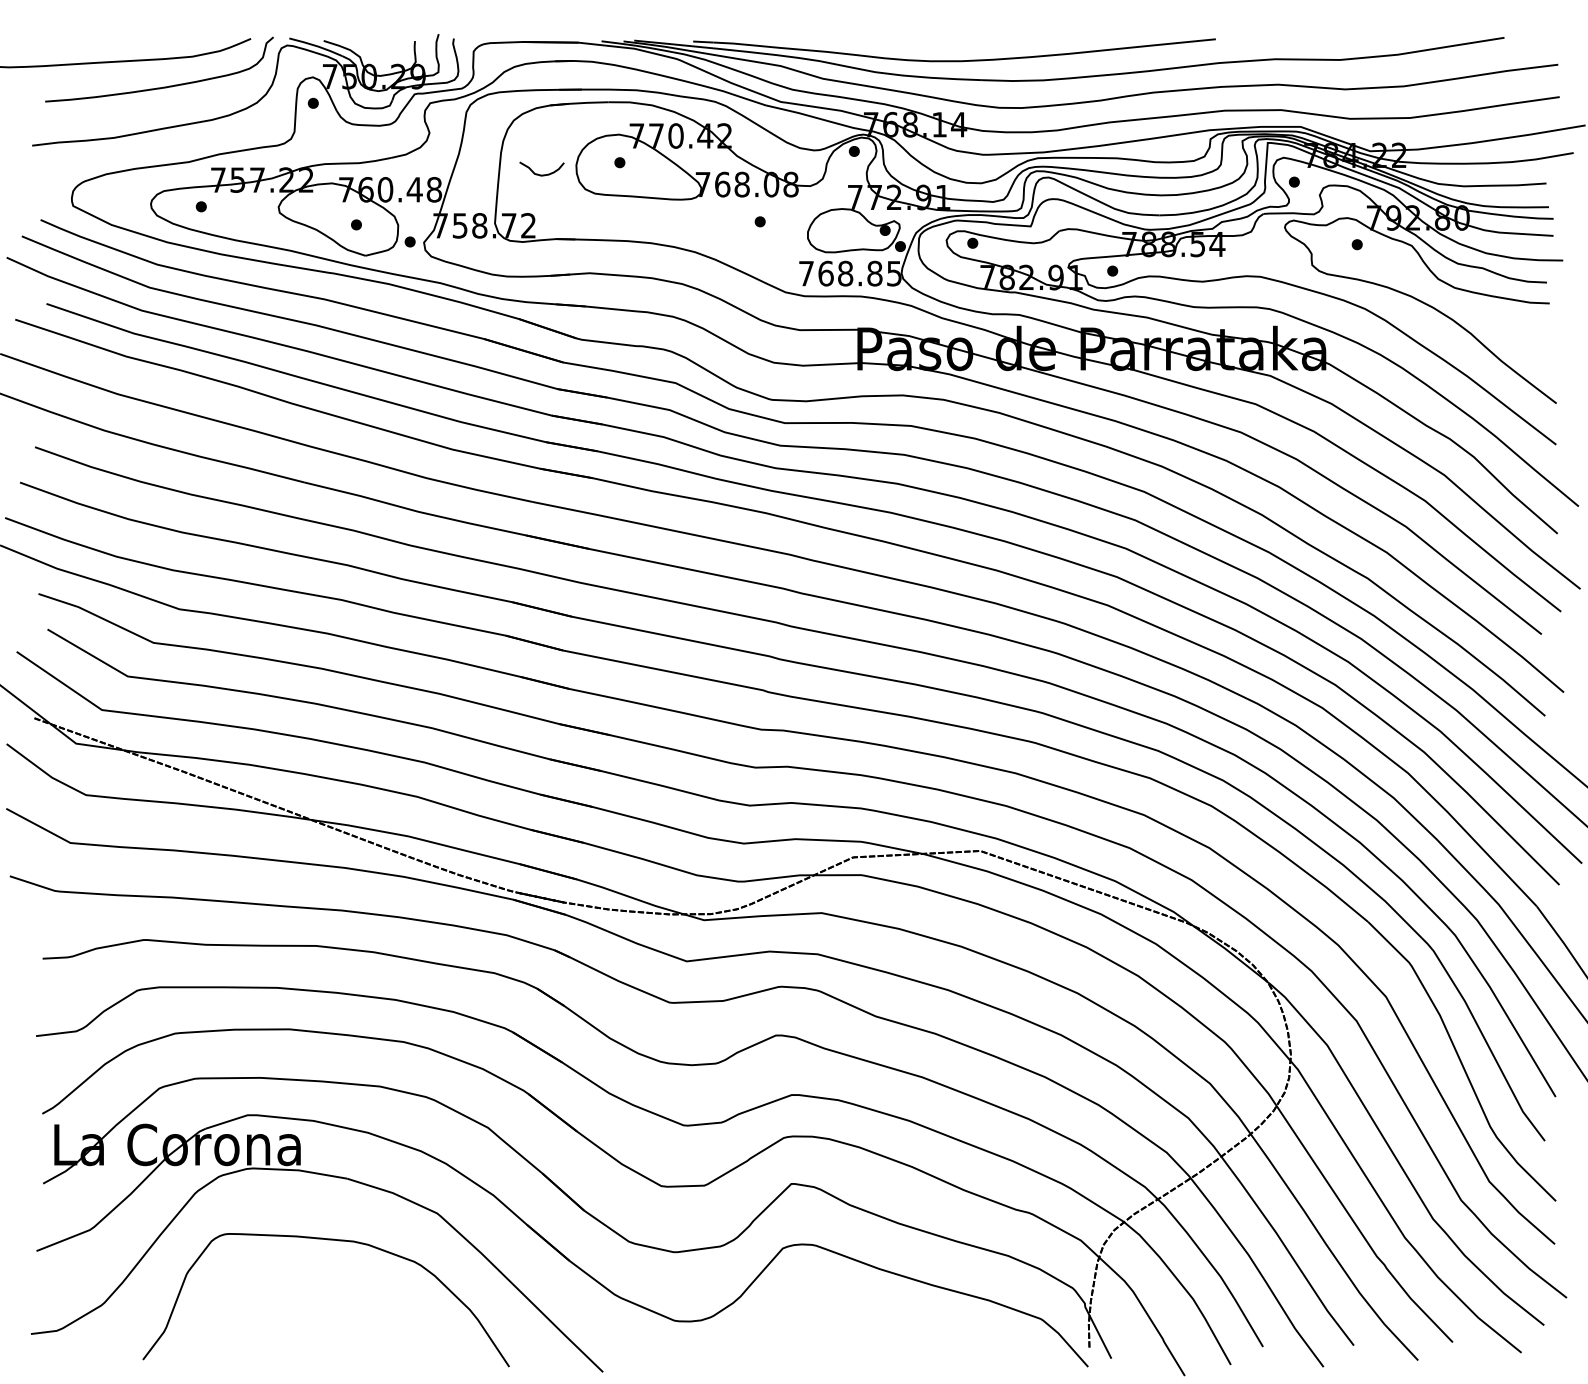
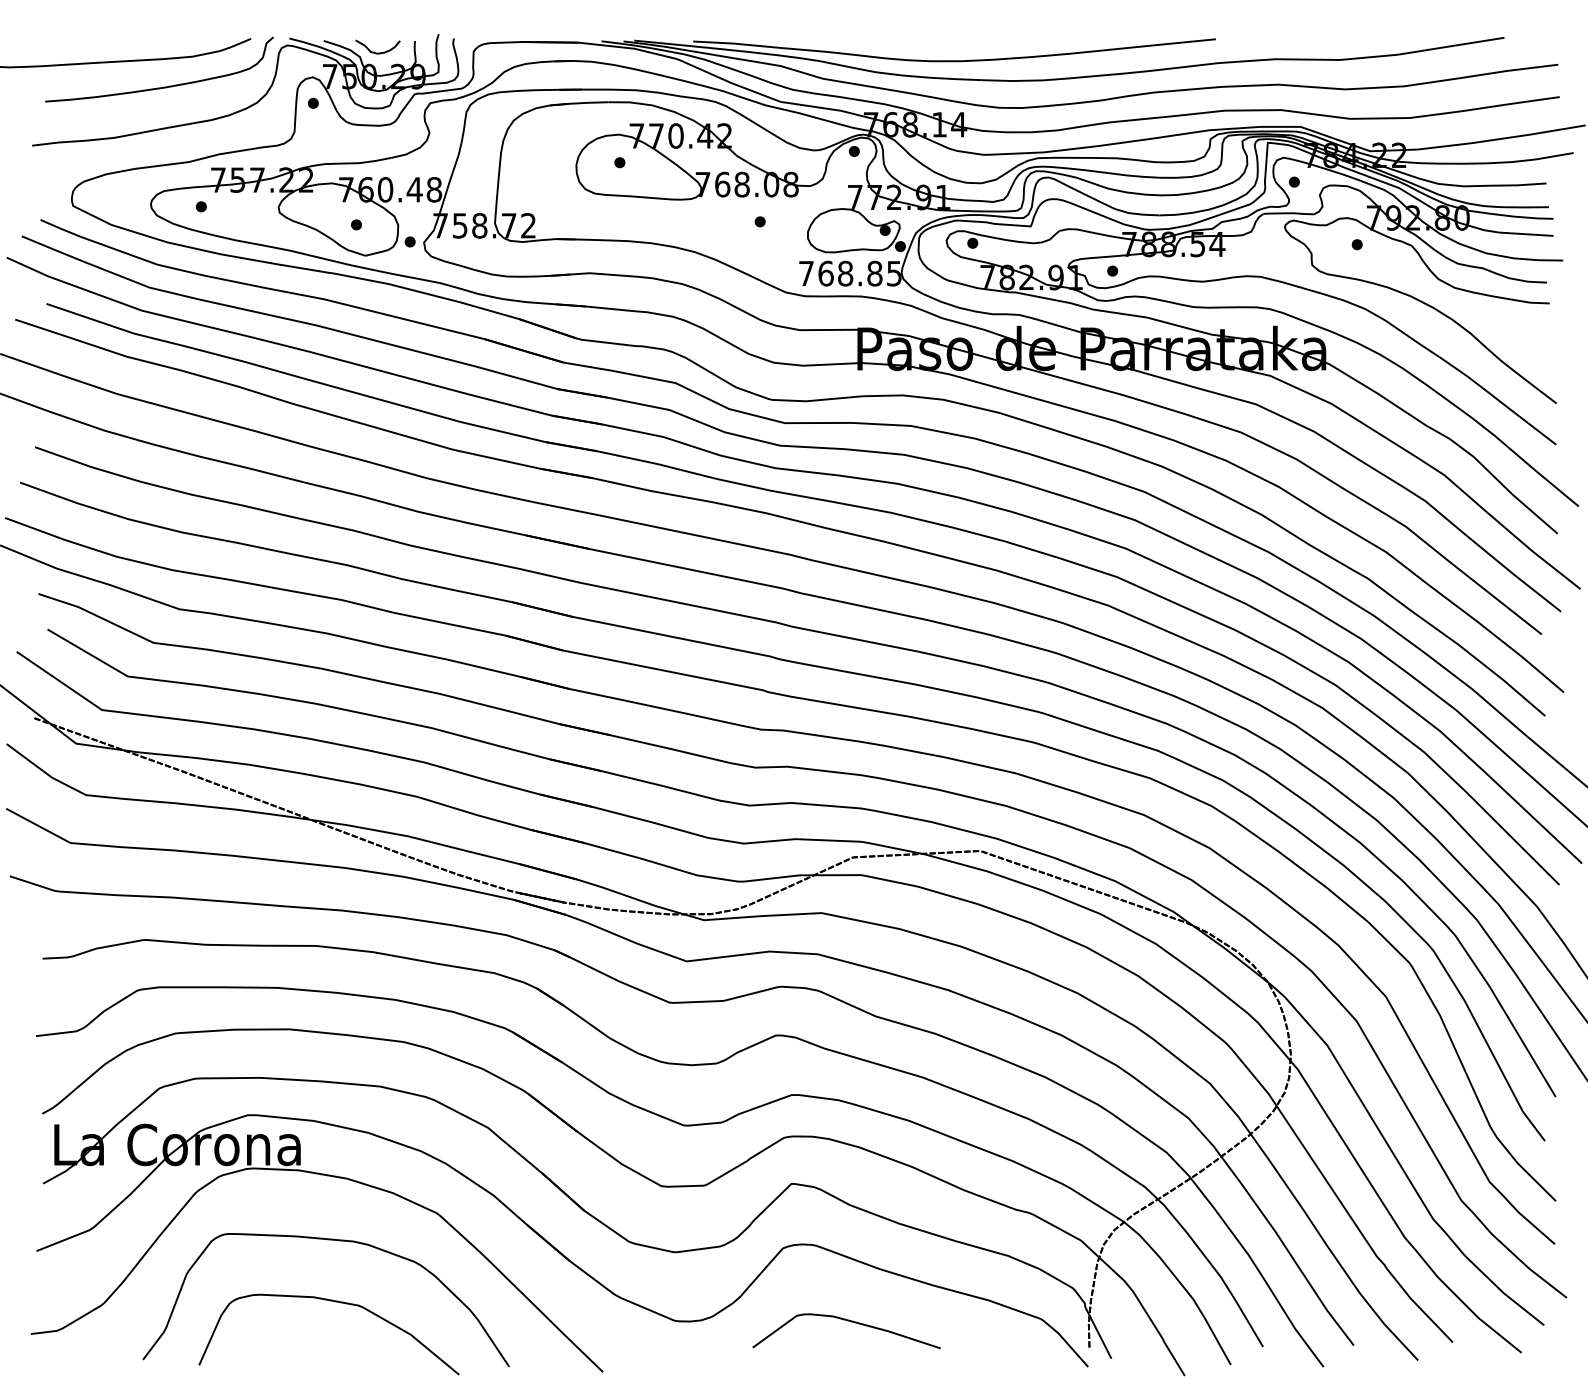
curve at (541, 174) position: (541, 174) -> (377, 52)
curve at (335, 1302): none -> present
curve at (847, 1321): none -> present
